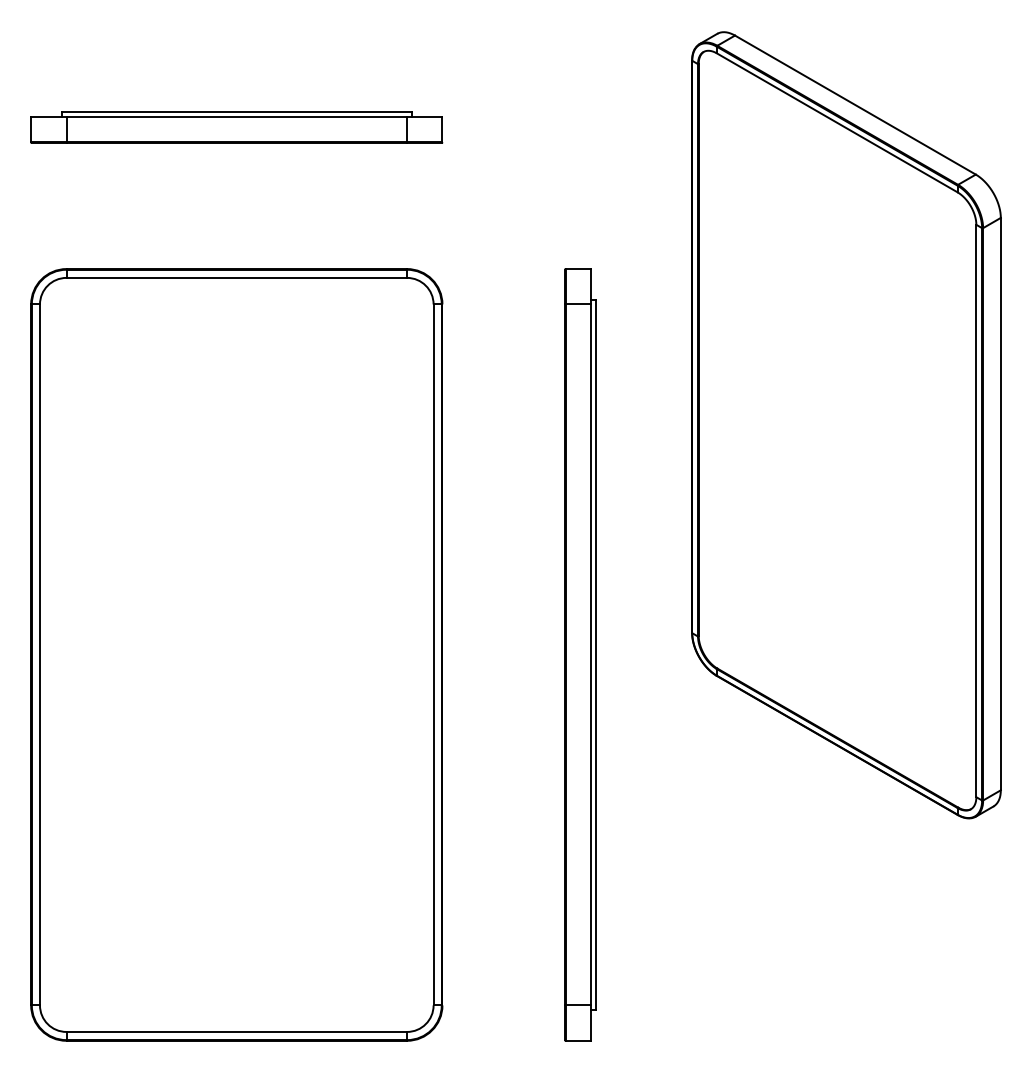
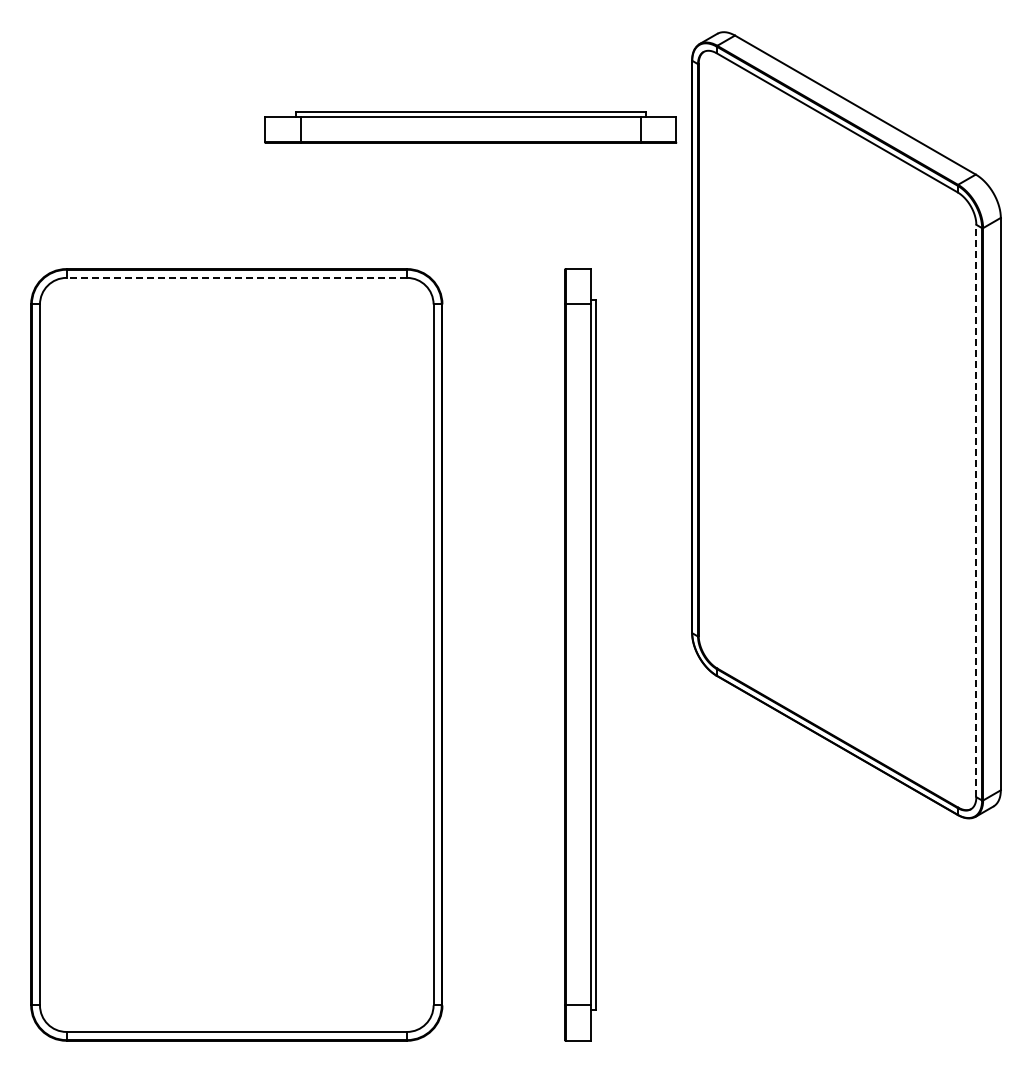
part at (236, 127) position: (236, 127) -> (470, 127)
line at (236, 277): solid -> dashed
line at (976, 510): solid -> dashed
